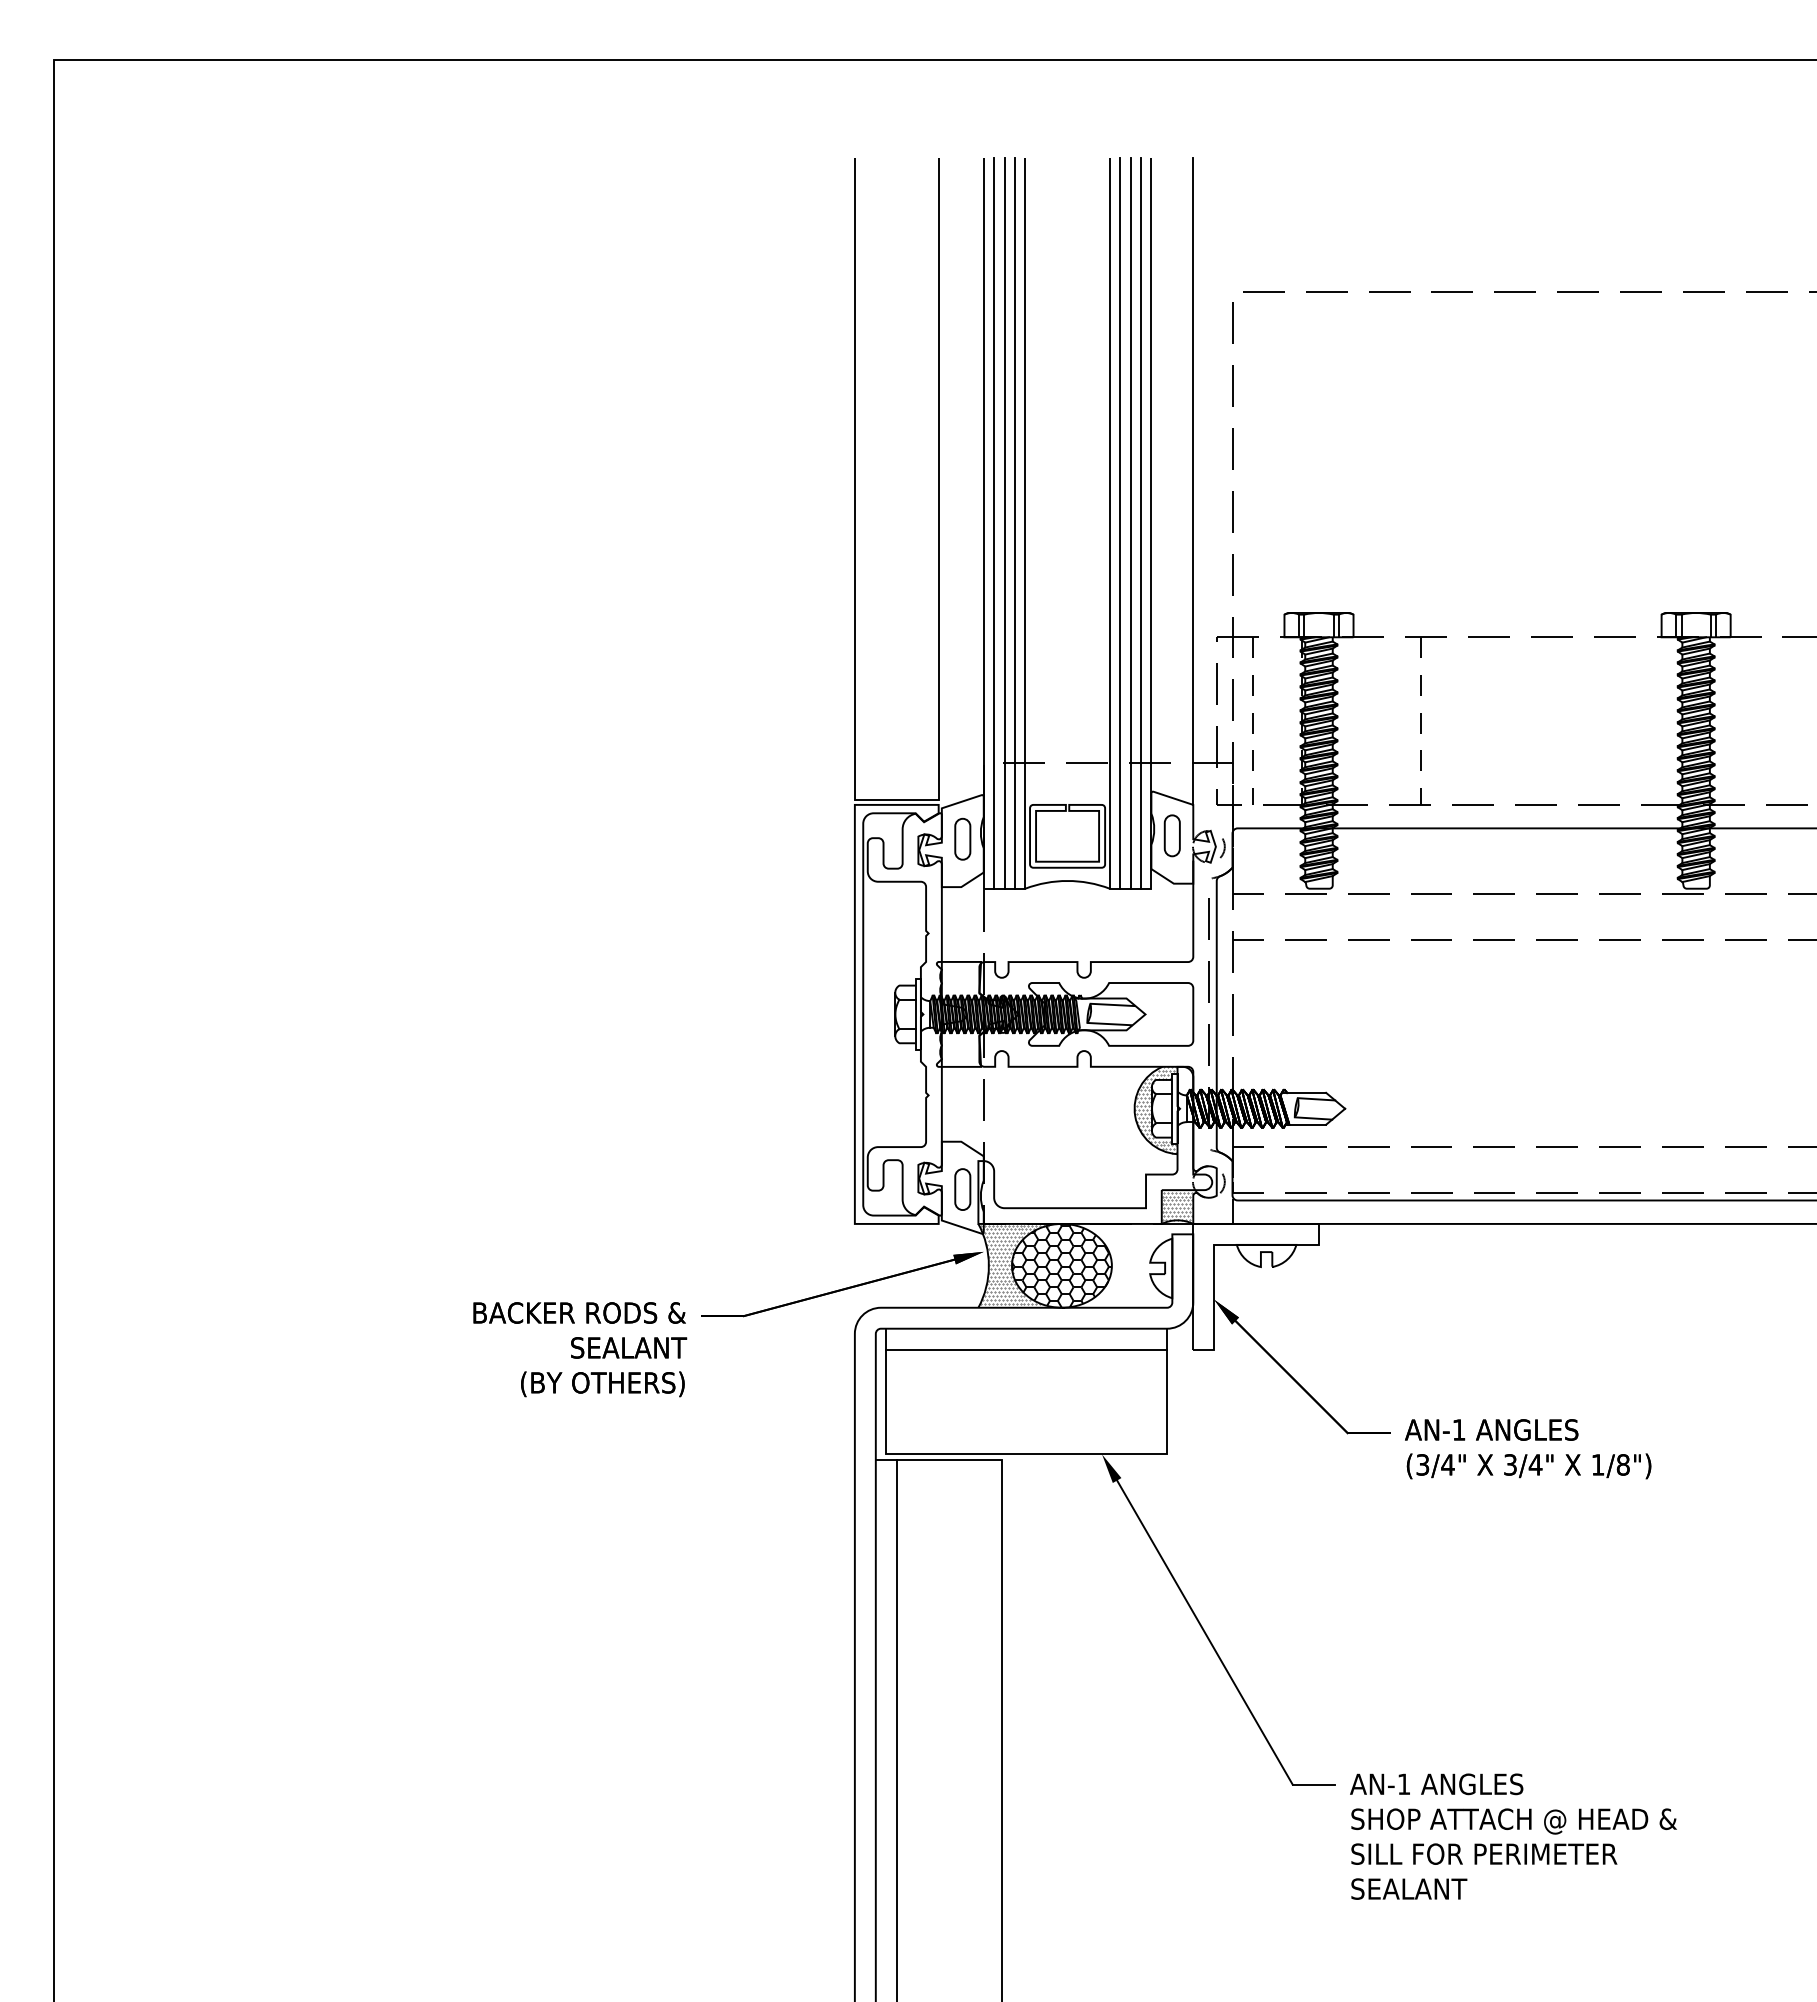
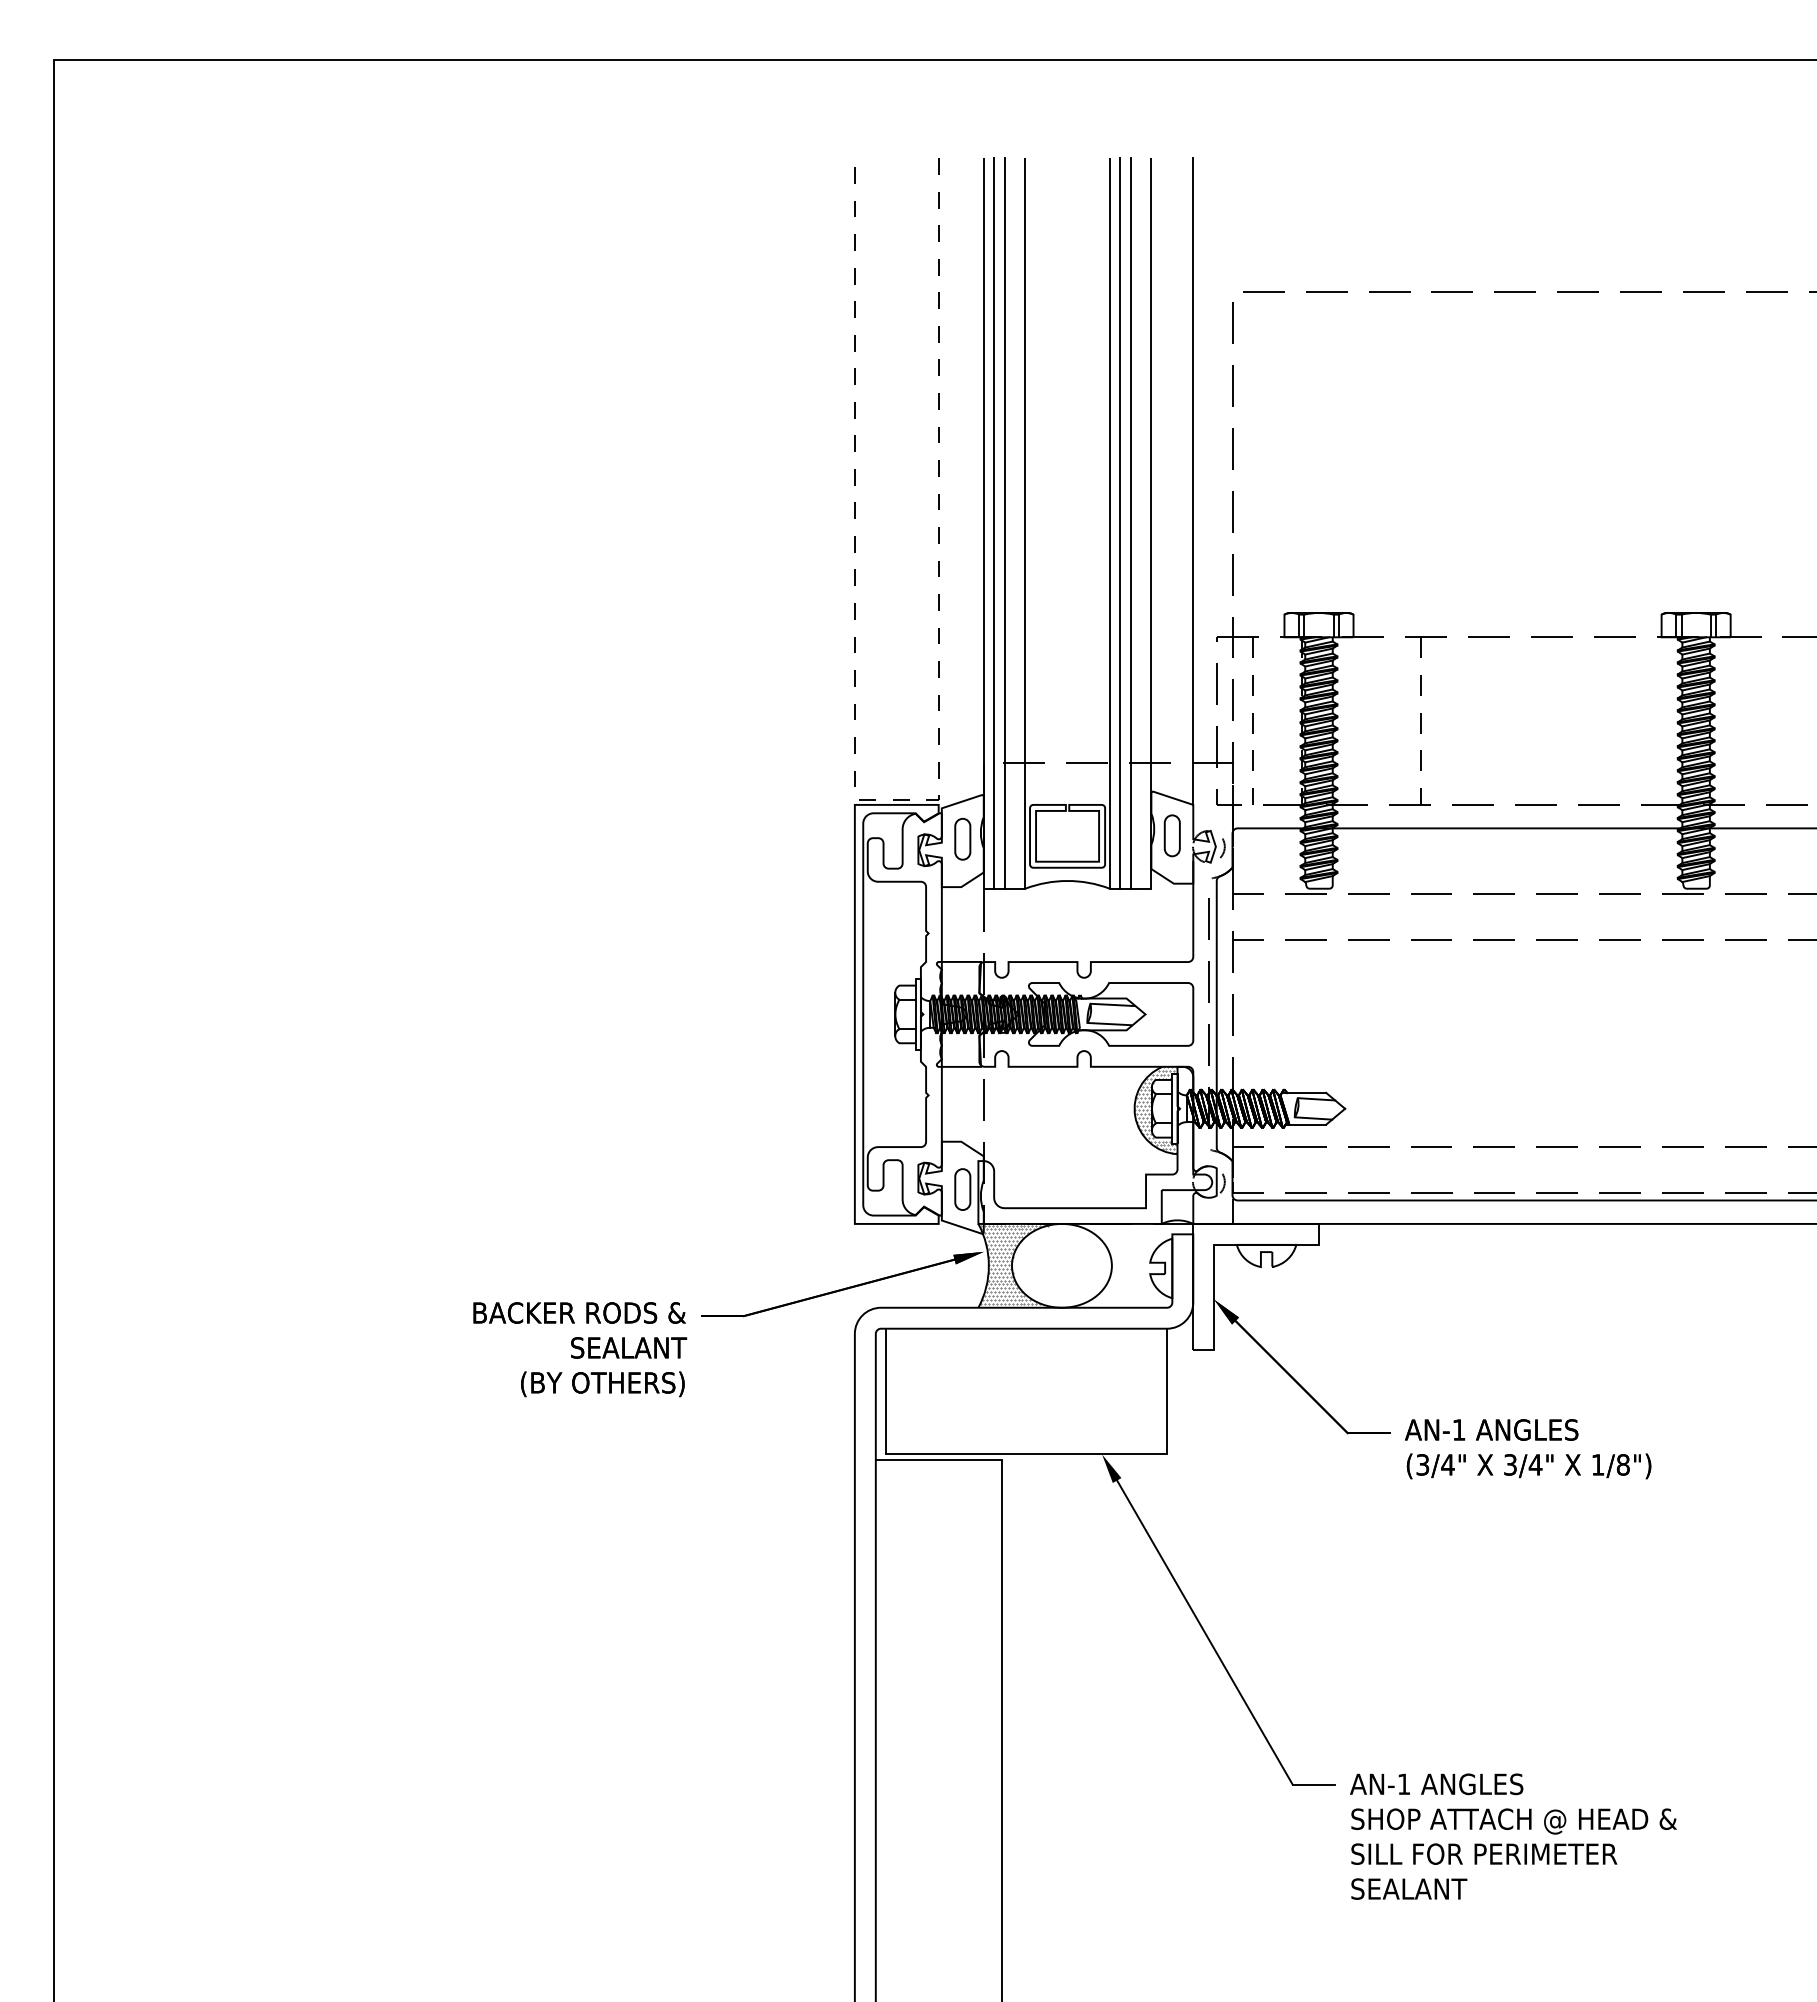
line at (1014, 523): present -> none
line at (1140, 523): present -> none
line at (896, 799): solid -> dashed
hatch at (1176, 1206): present -> none
hatch at (1061, 1265): present -> none
line at (1026, 1349): present -> none
line at (896, 1728): present -> none
